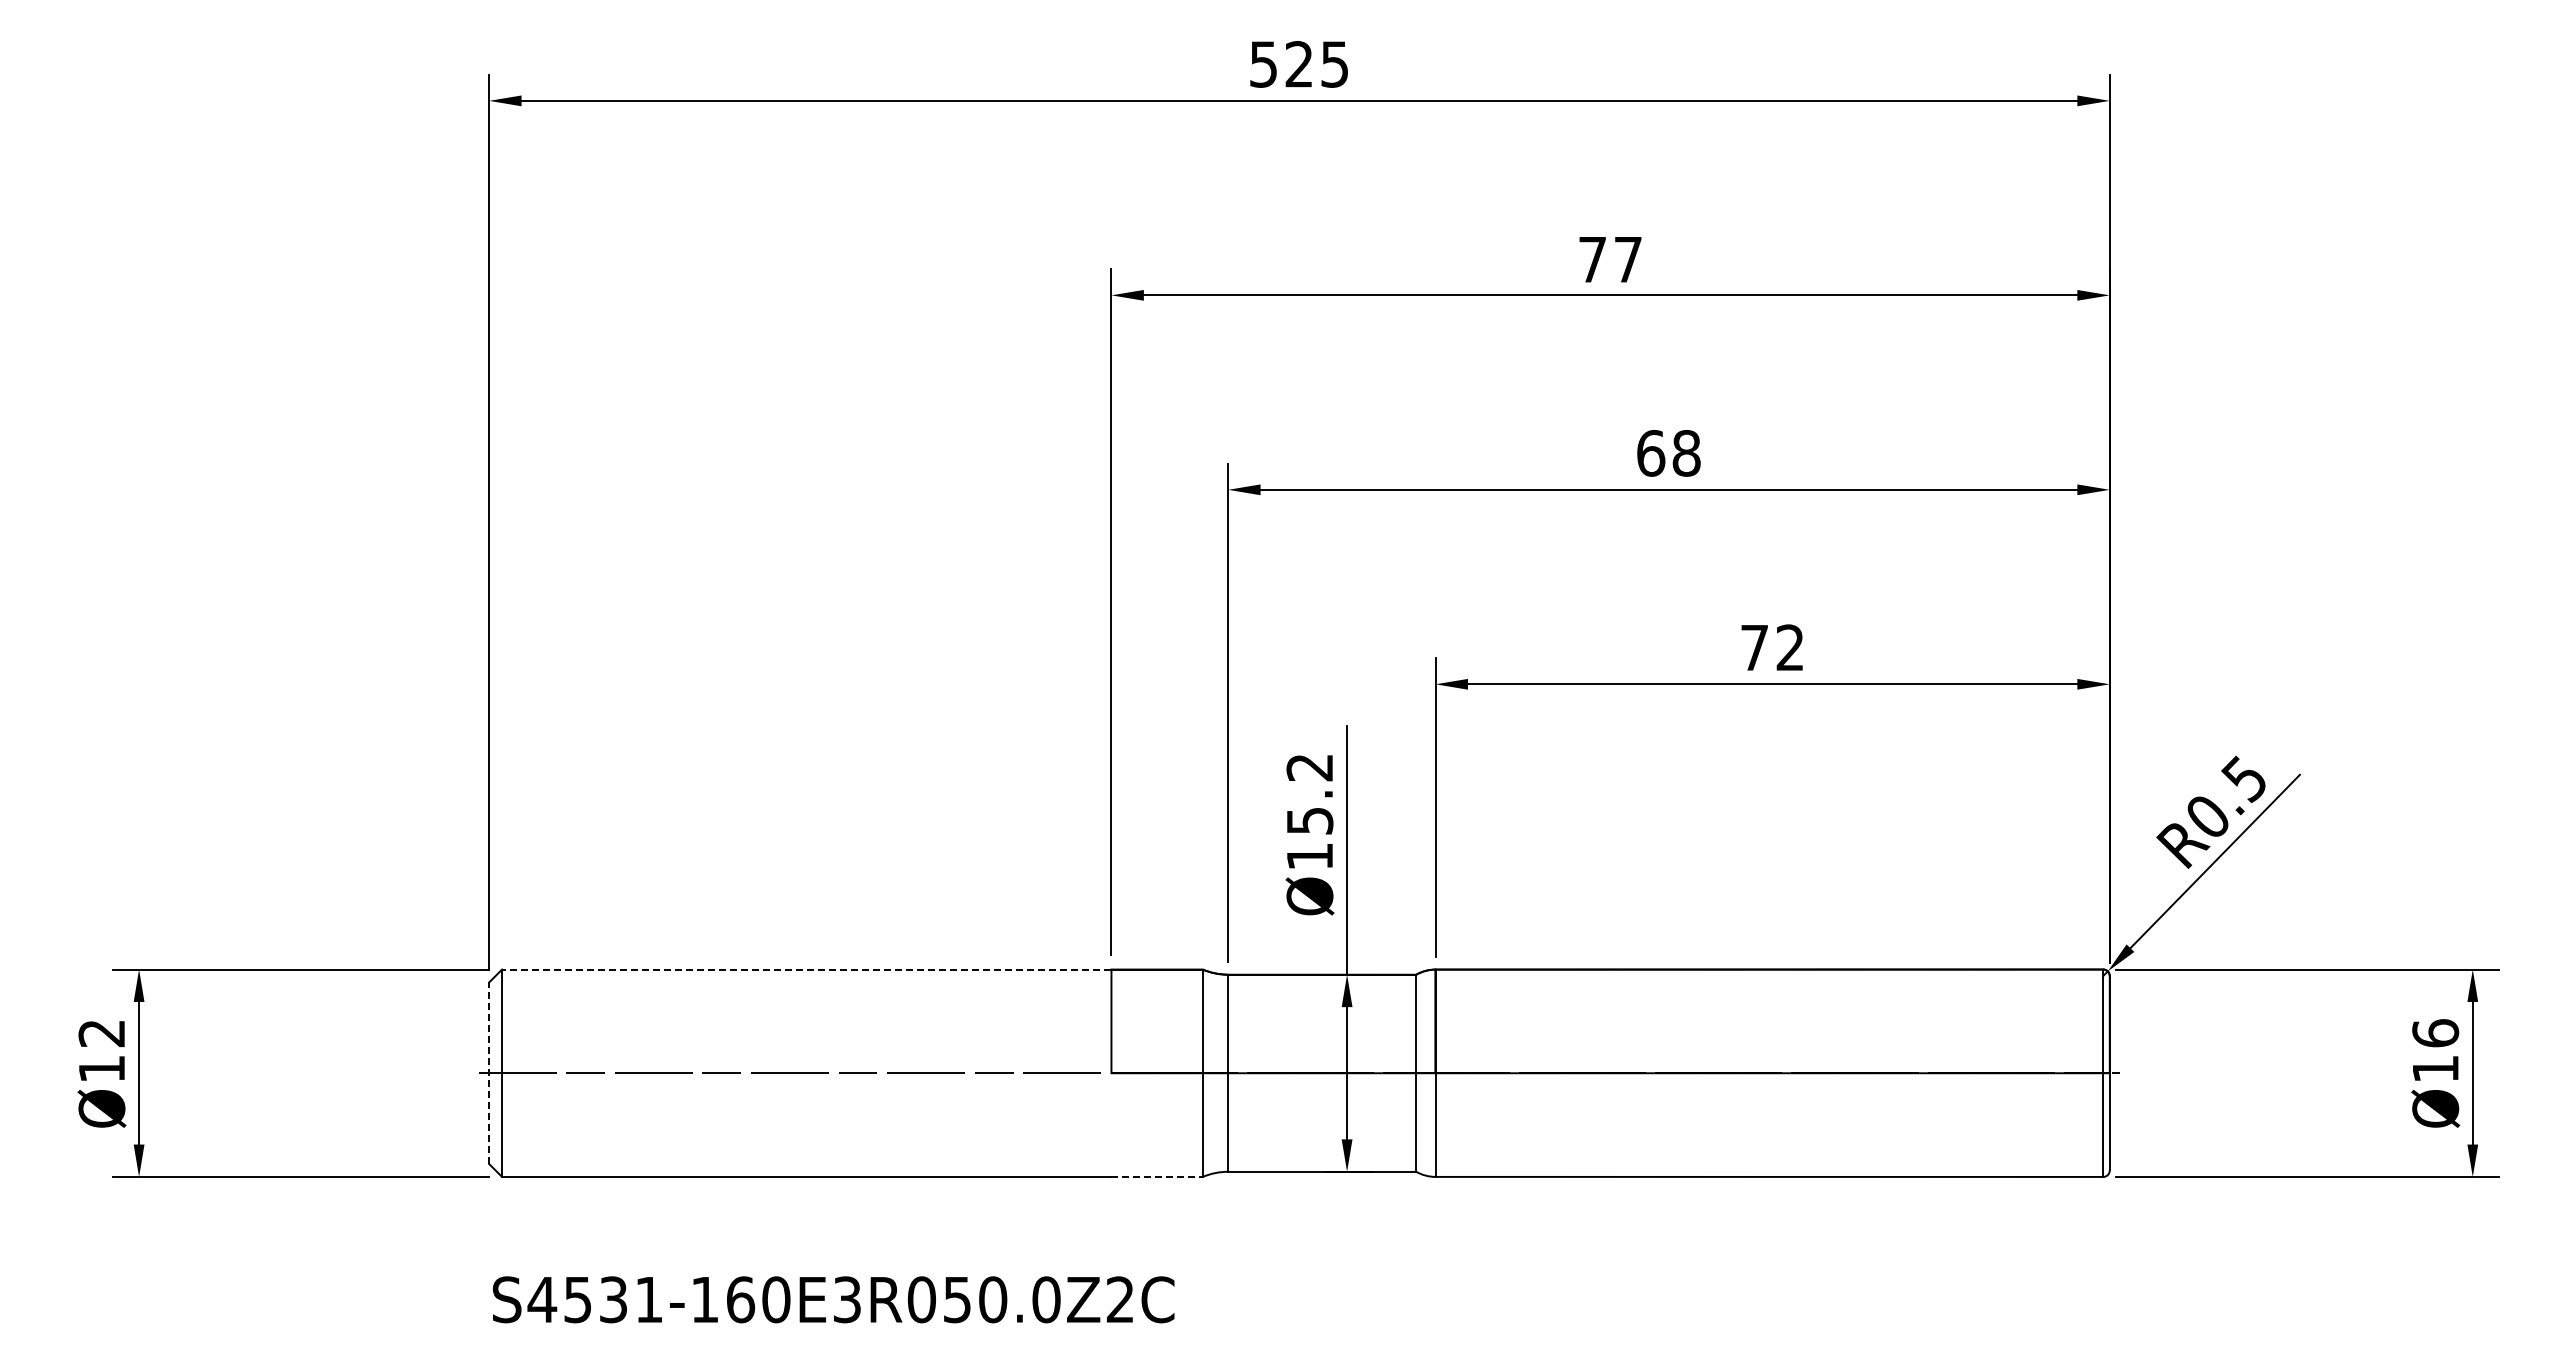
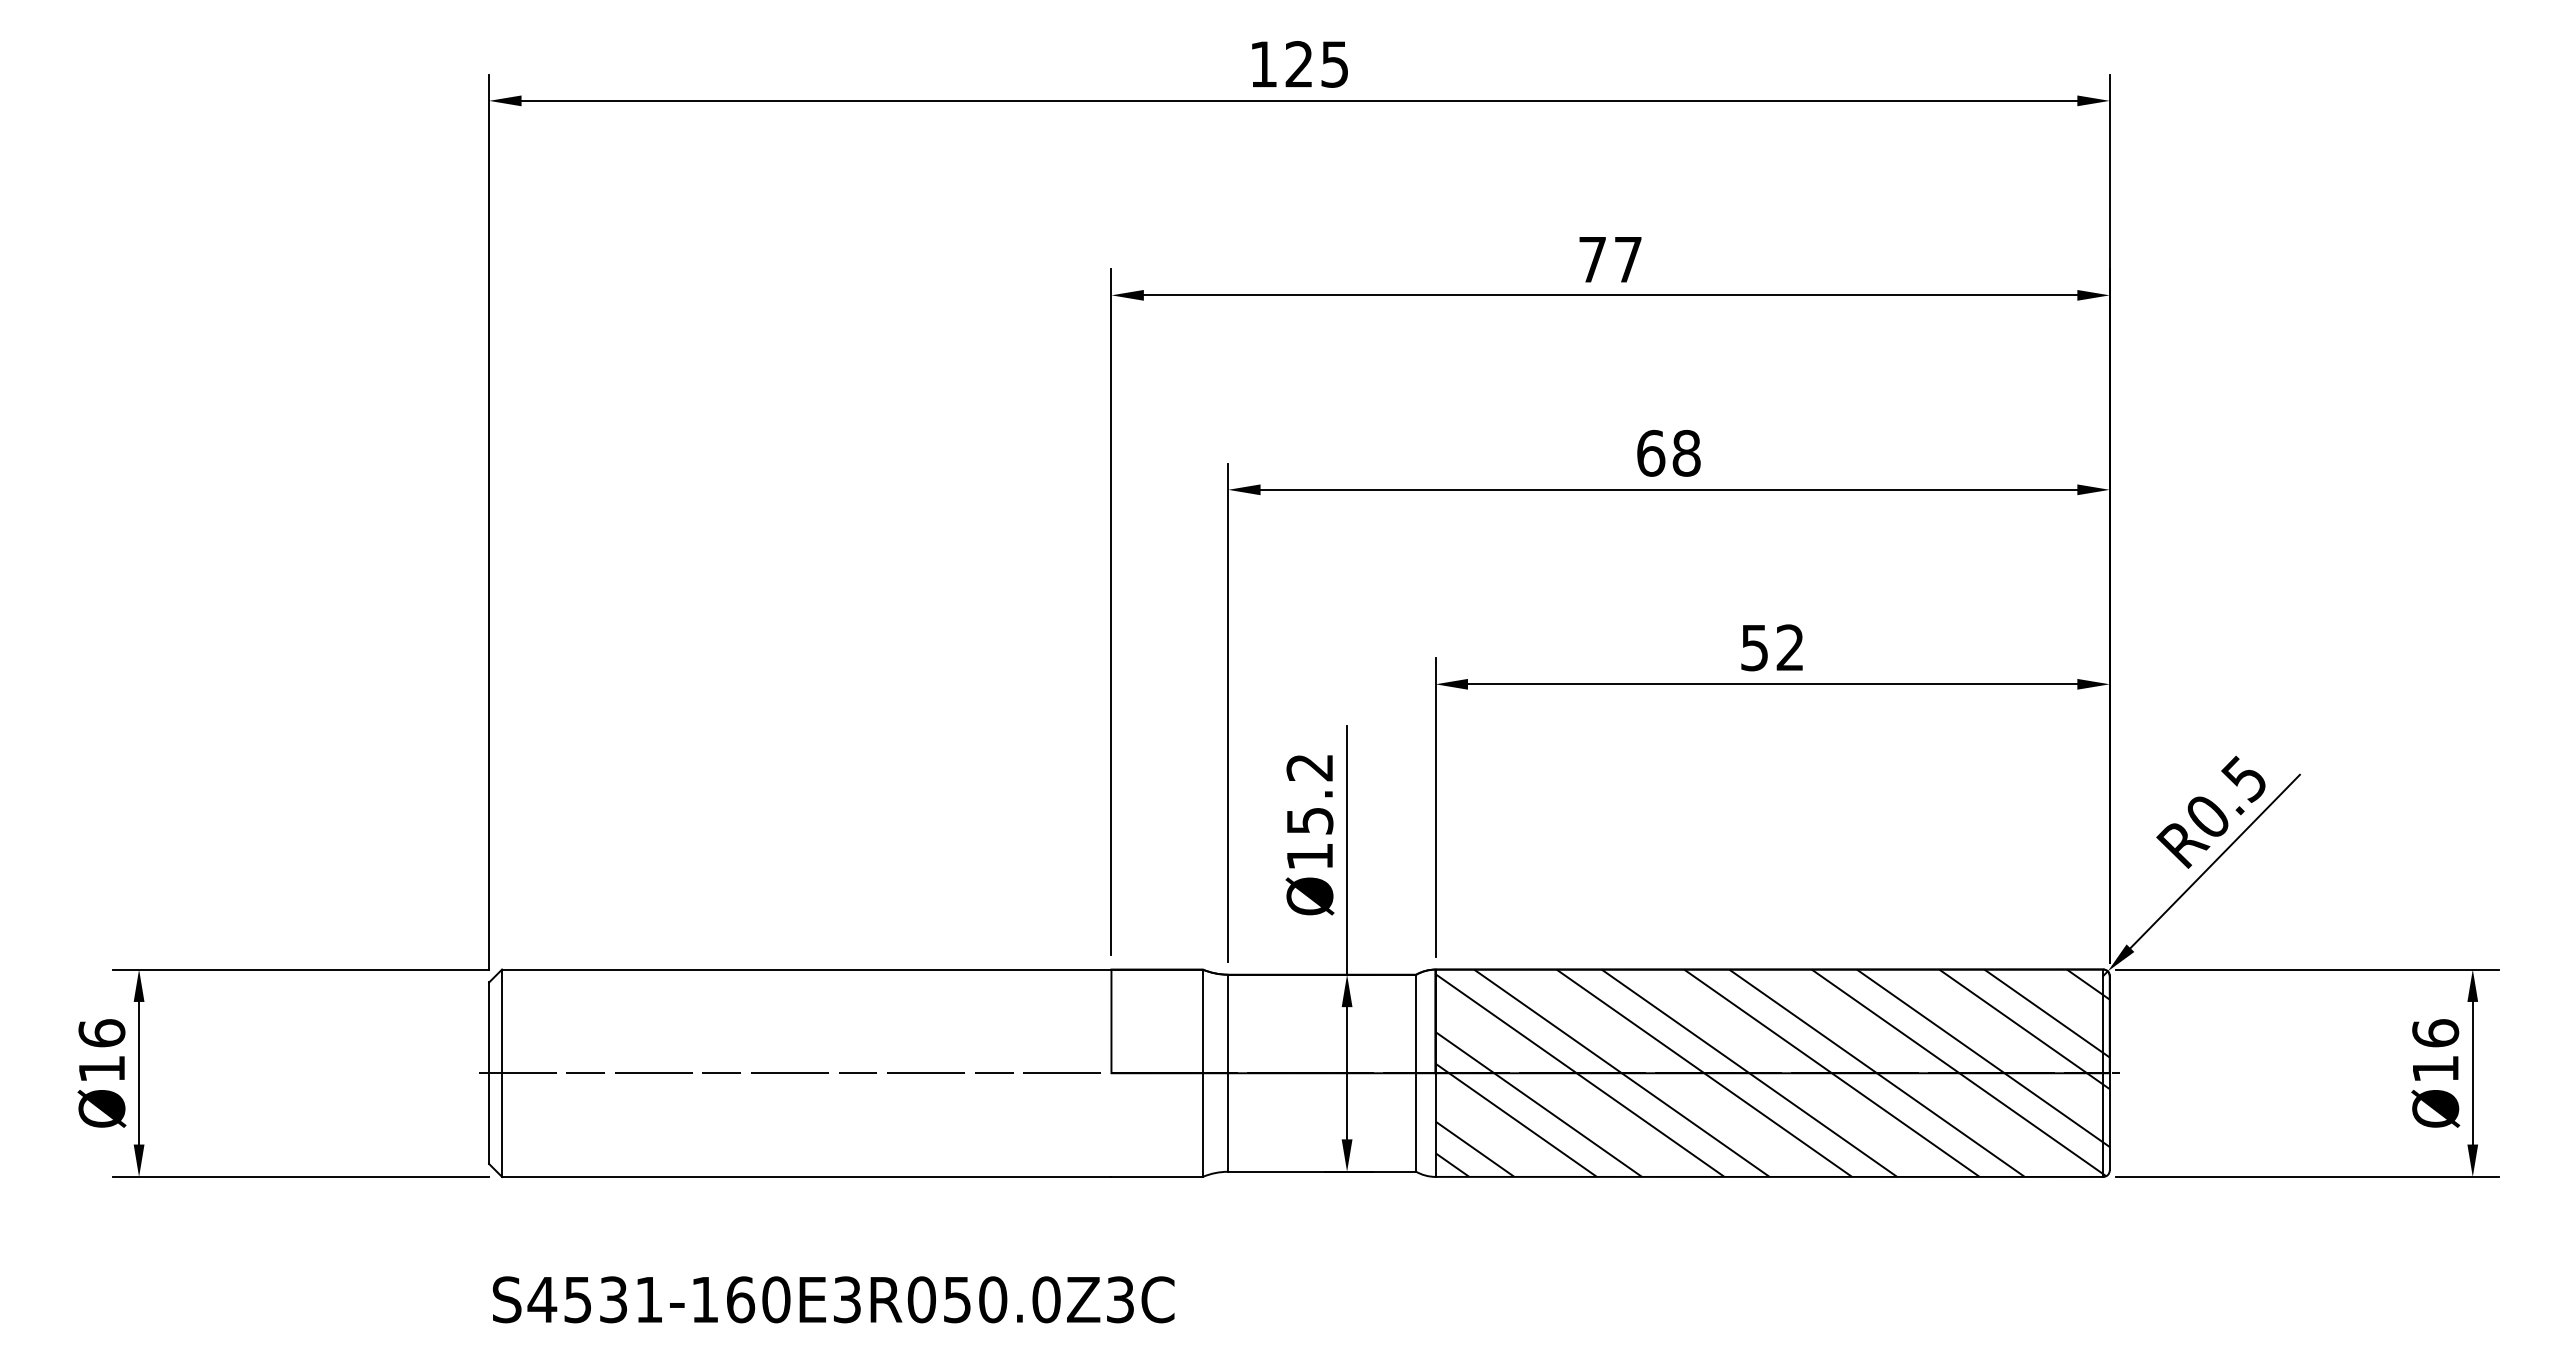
text at (1263, 64): 525 -> 125
text at (1754, 648): 72 -> 52
line at (806, 969): dashed -> solid
text at (101, 1033): Ø12 -> Ø16
hatch at (1772, 1072): none -> present
line at (489, 1073): dashed -> solid
line at (1157, 1176): dashed -> solid
text at (1119, 1299): S4531-160E3R050.0Z2C -> S4531-160E3R050.0Z3C
